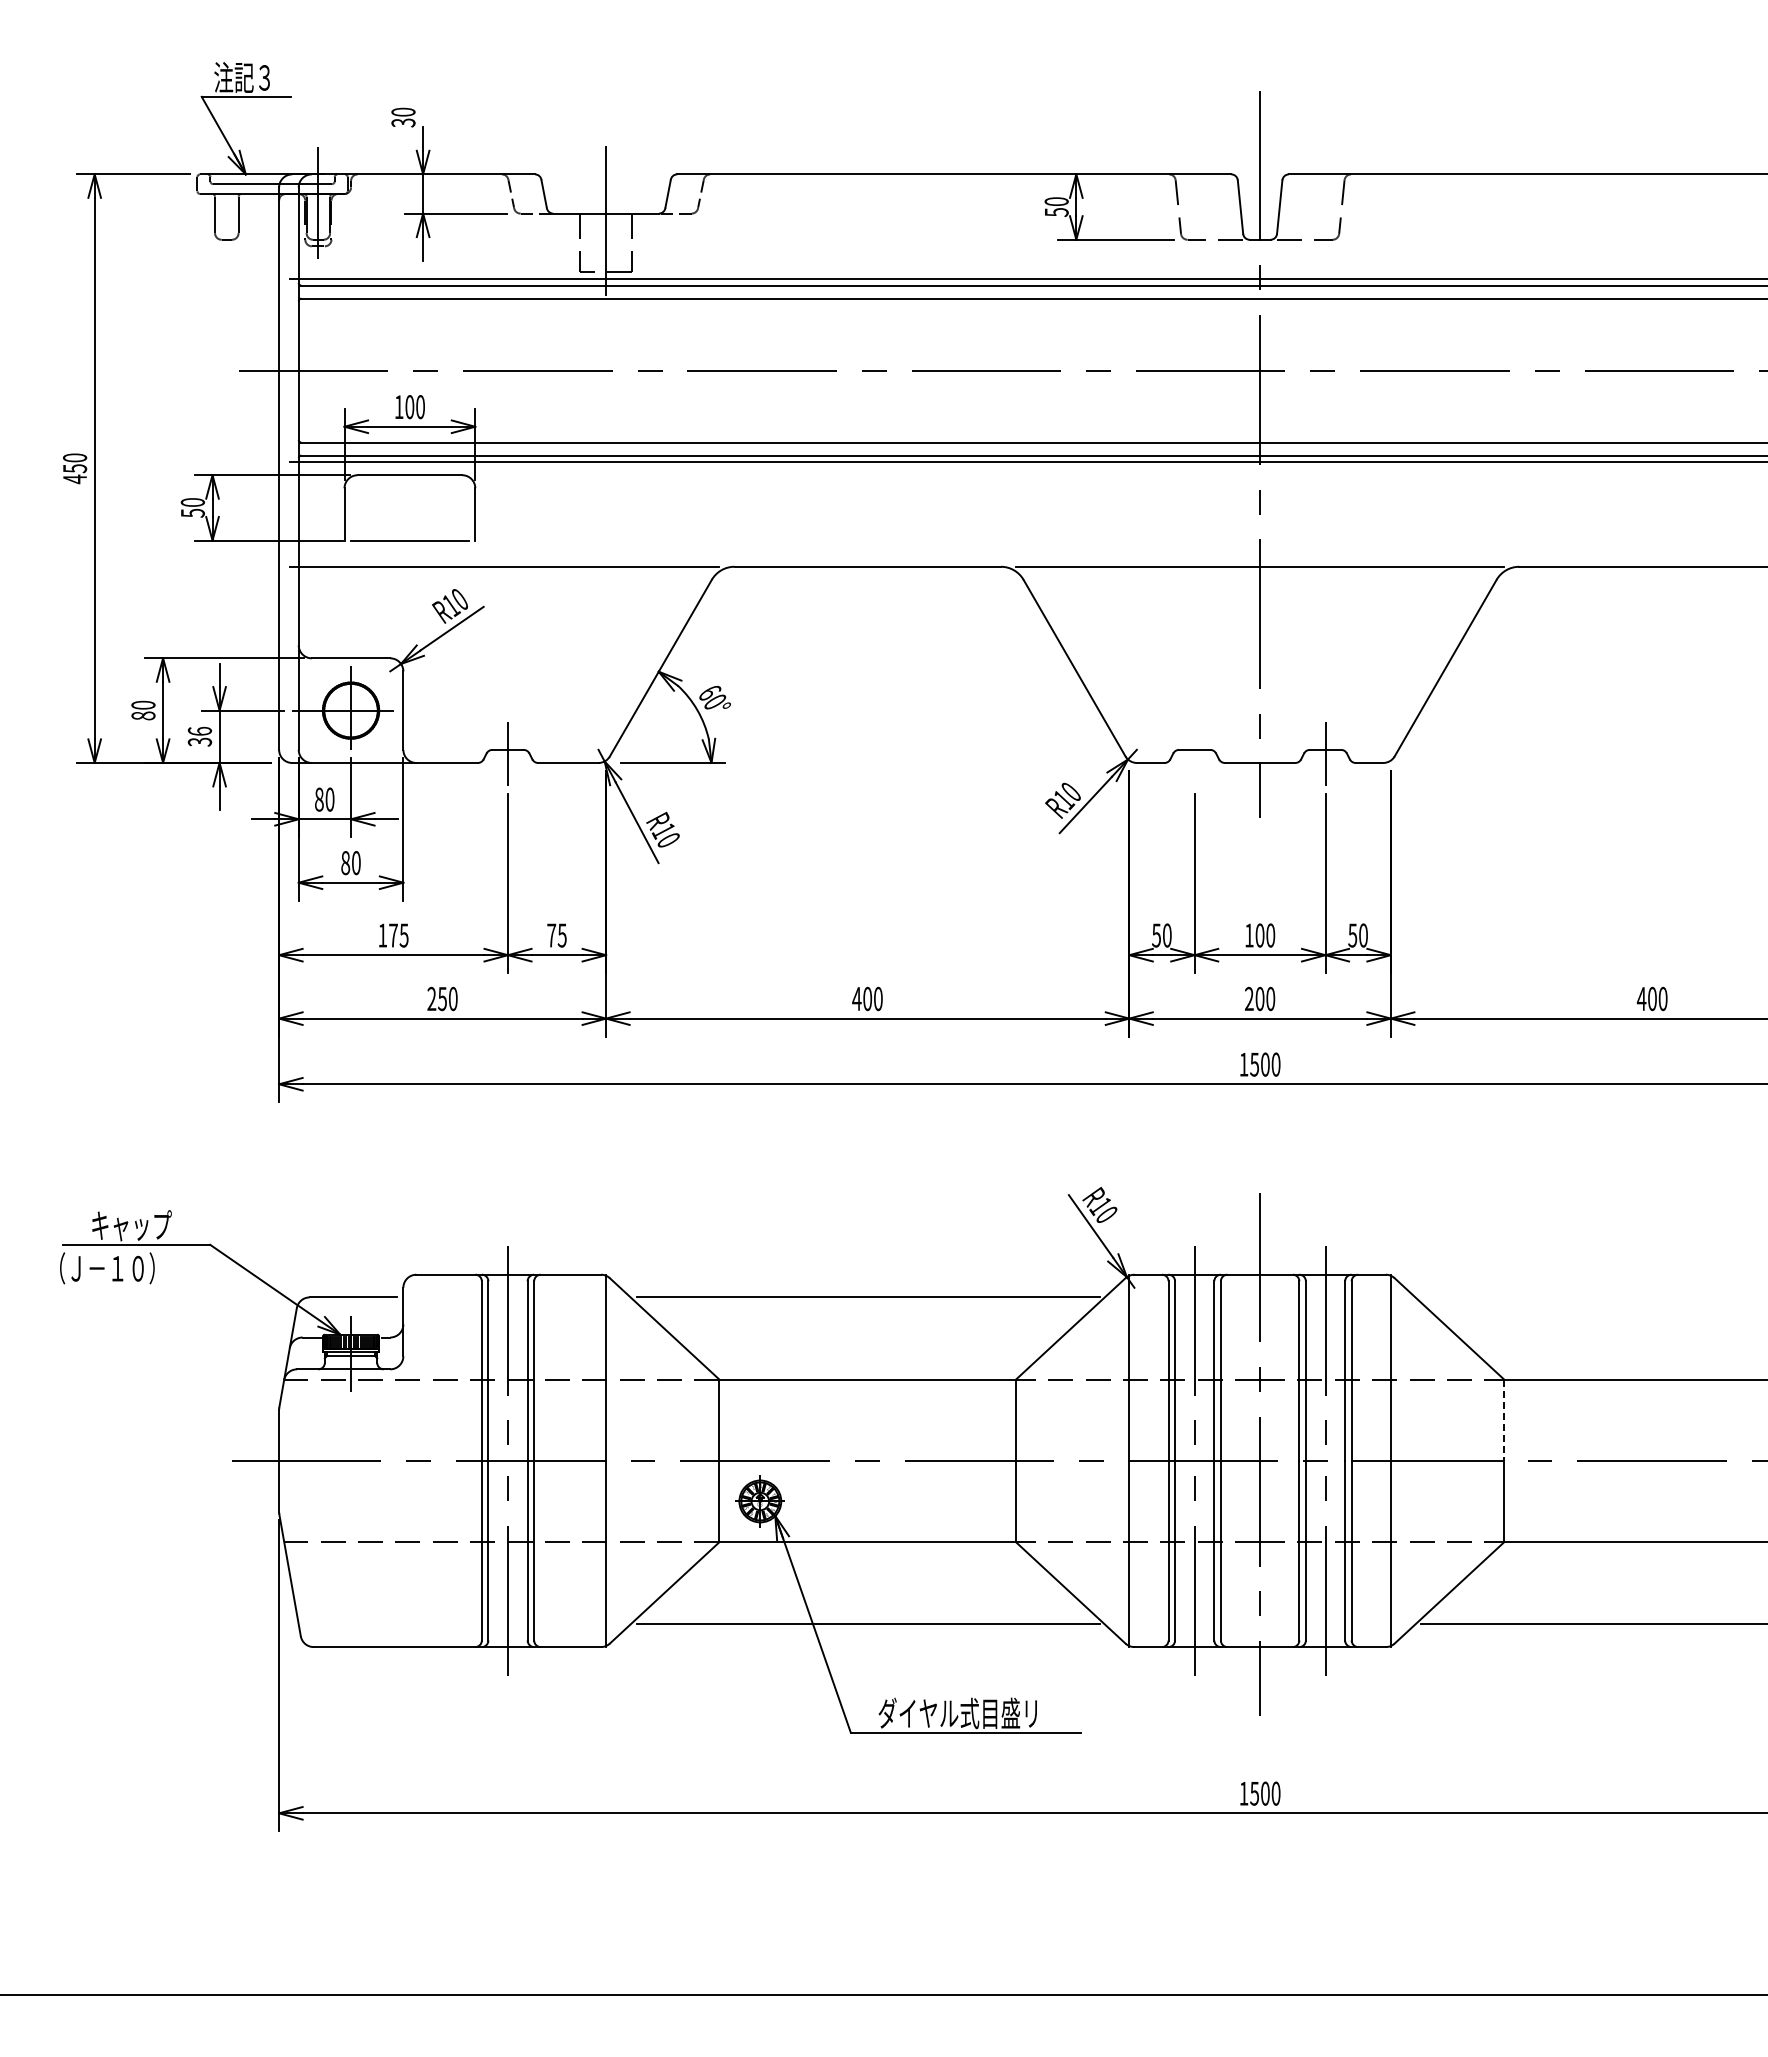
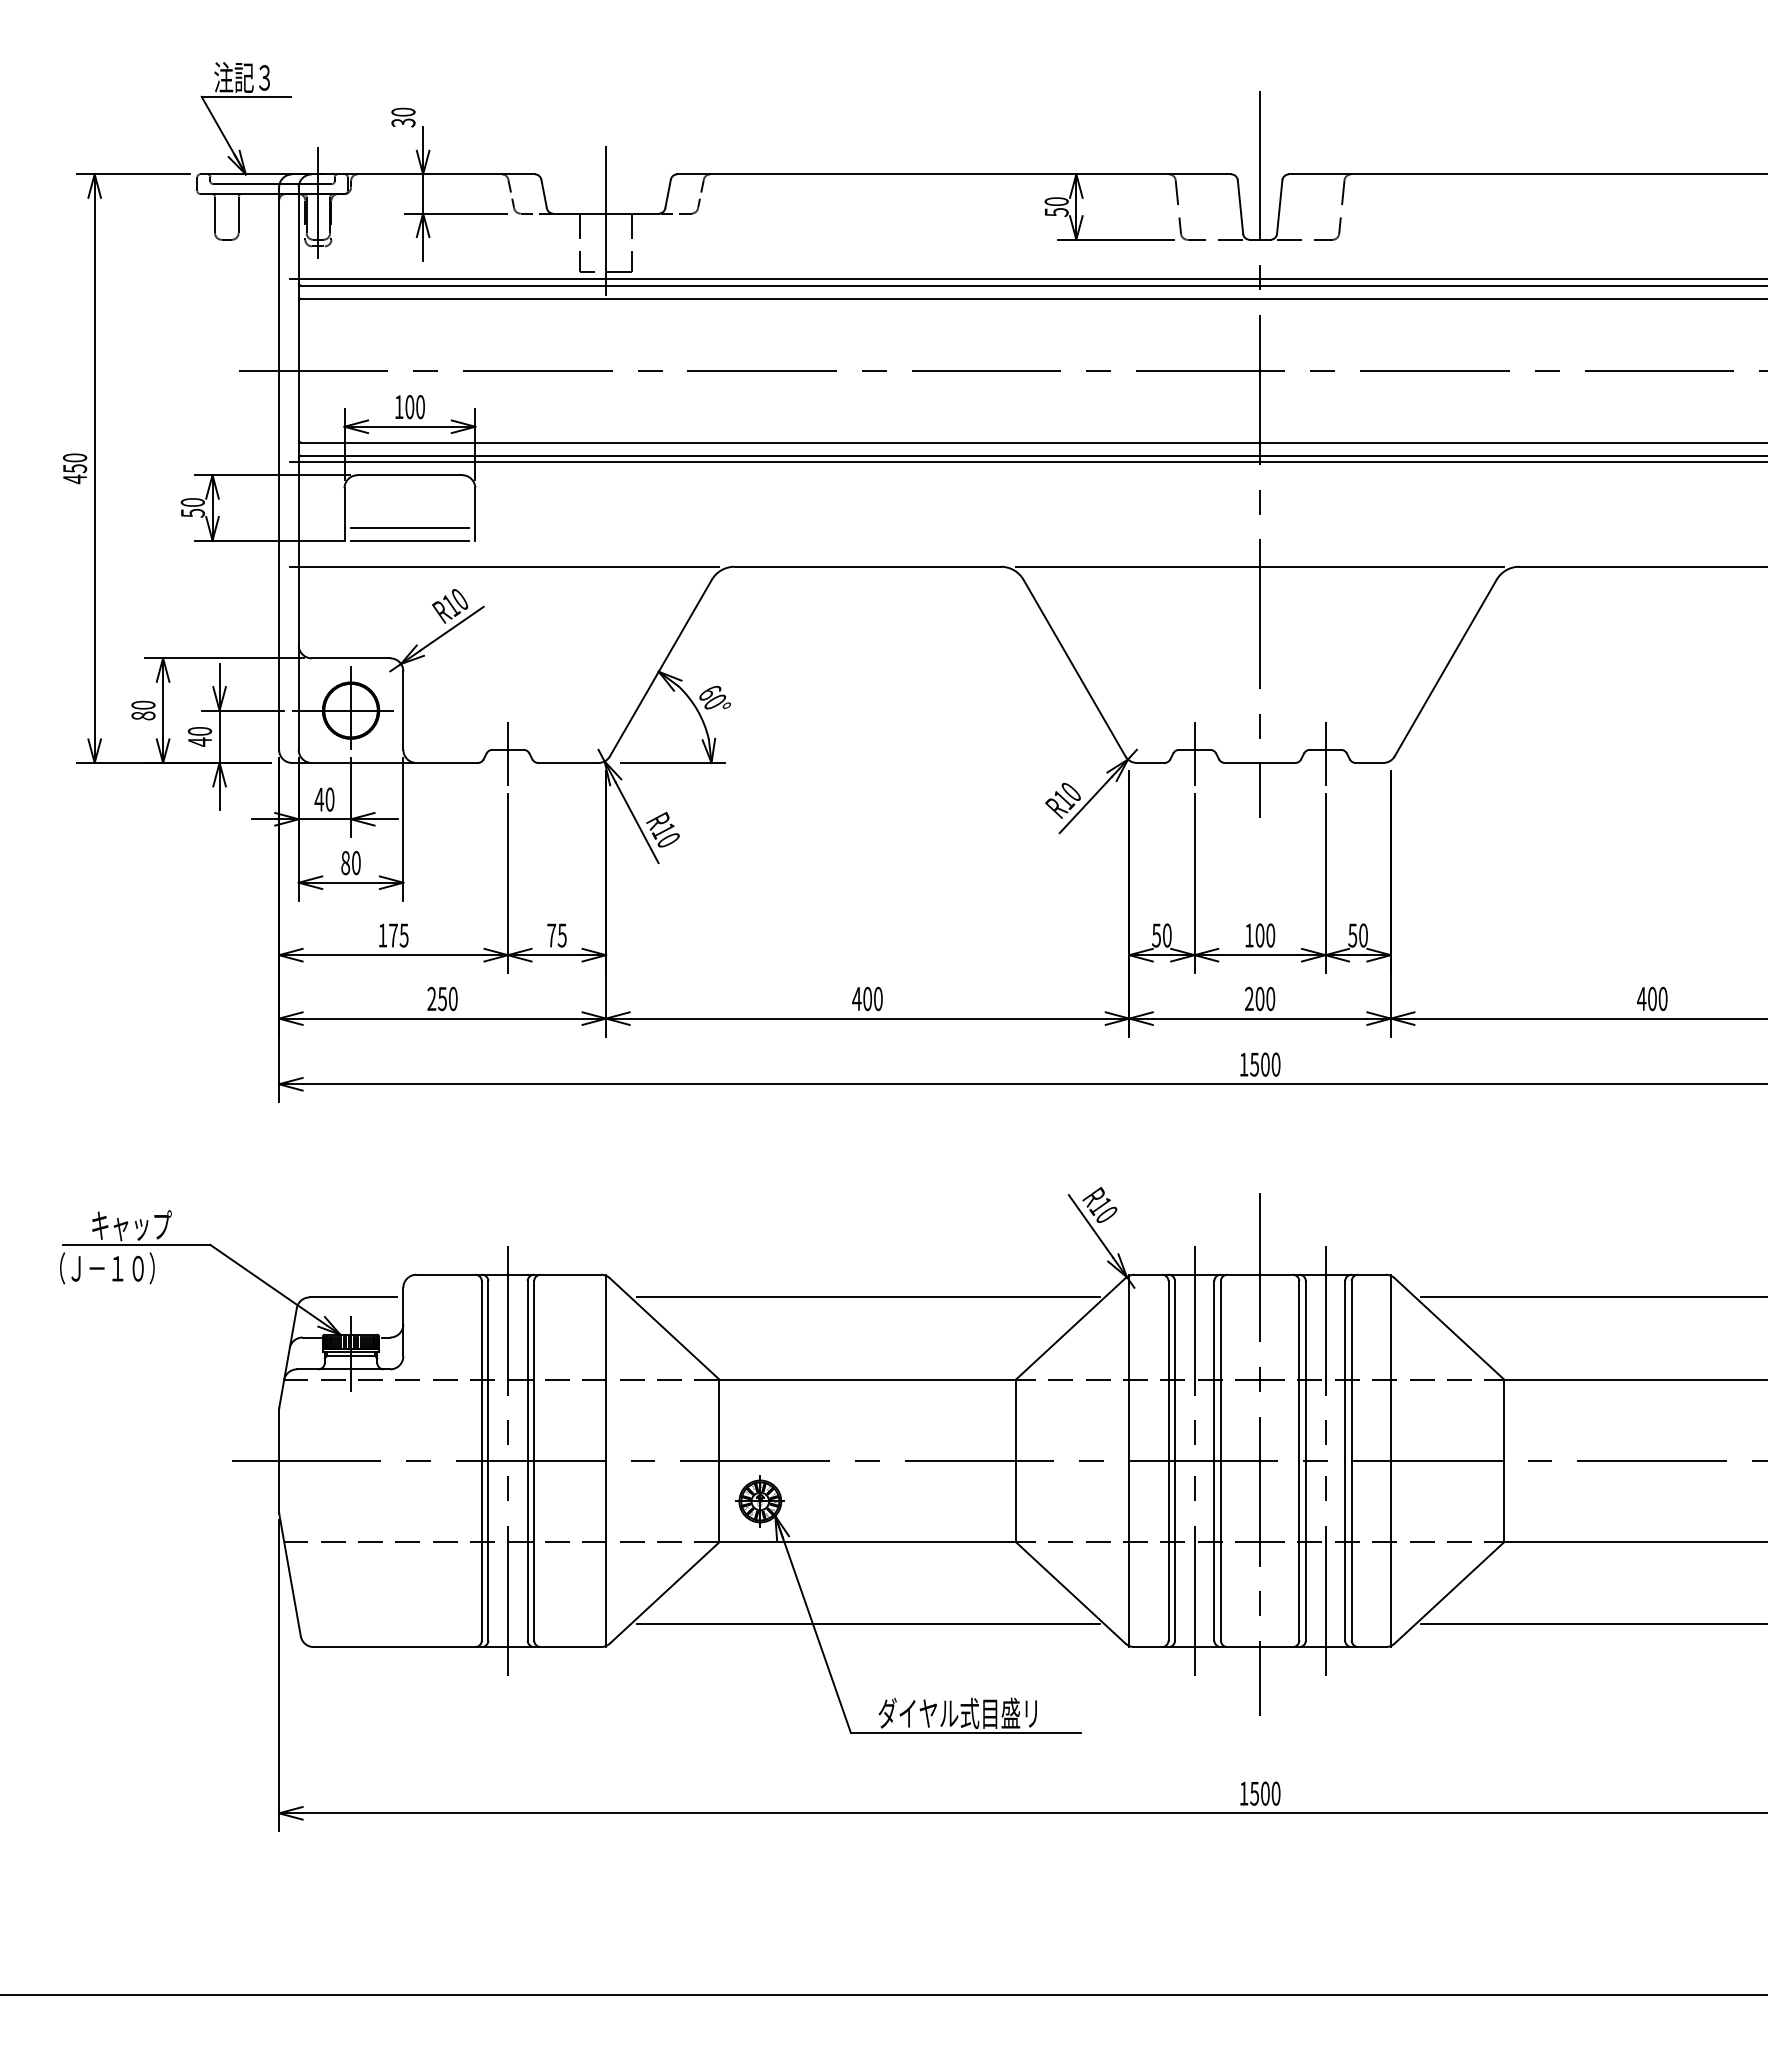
line at (409, 528): none -> present
text at (199, 736): 36 -> 40
line at (1194, 753): none -> present
text at (319, 799): 80 -> 40
line at (1592, 1297): none -> present
line at (1504, 1420): dashed -> solid
